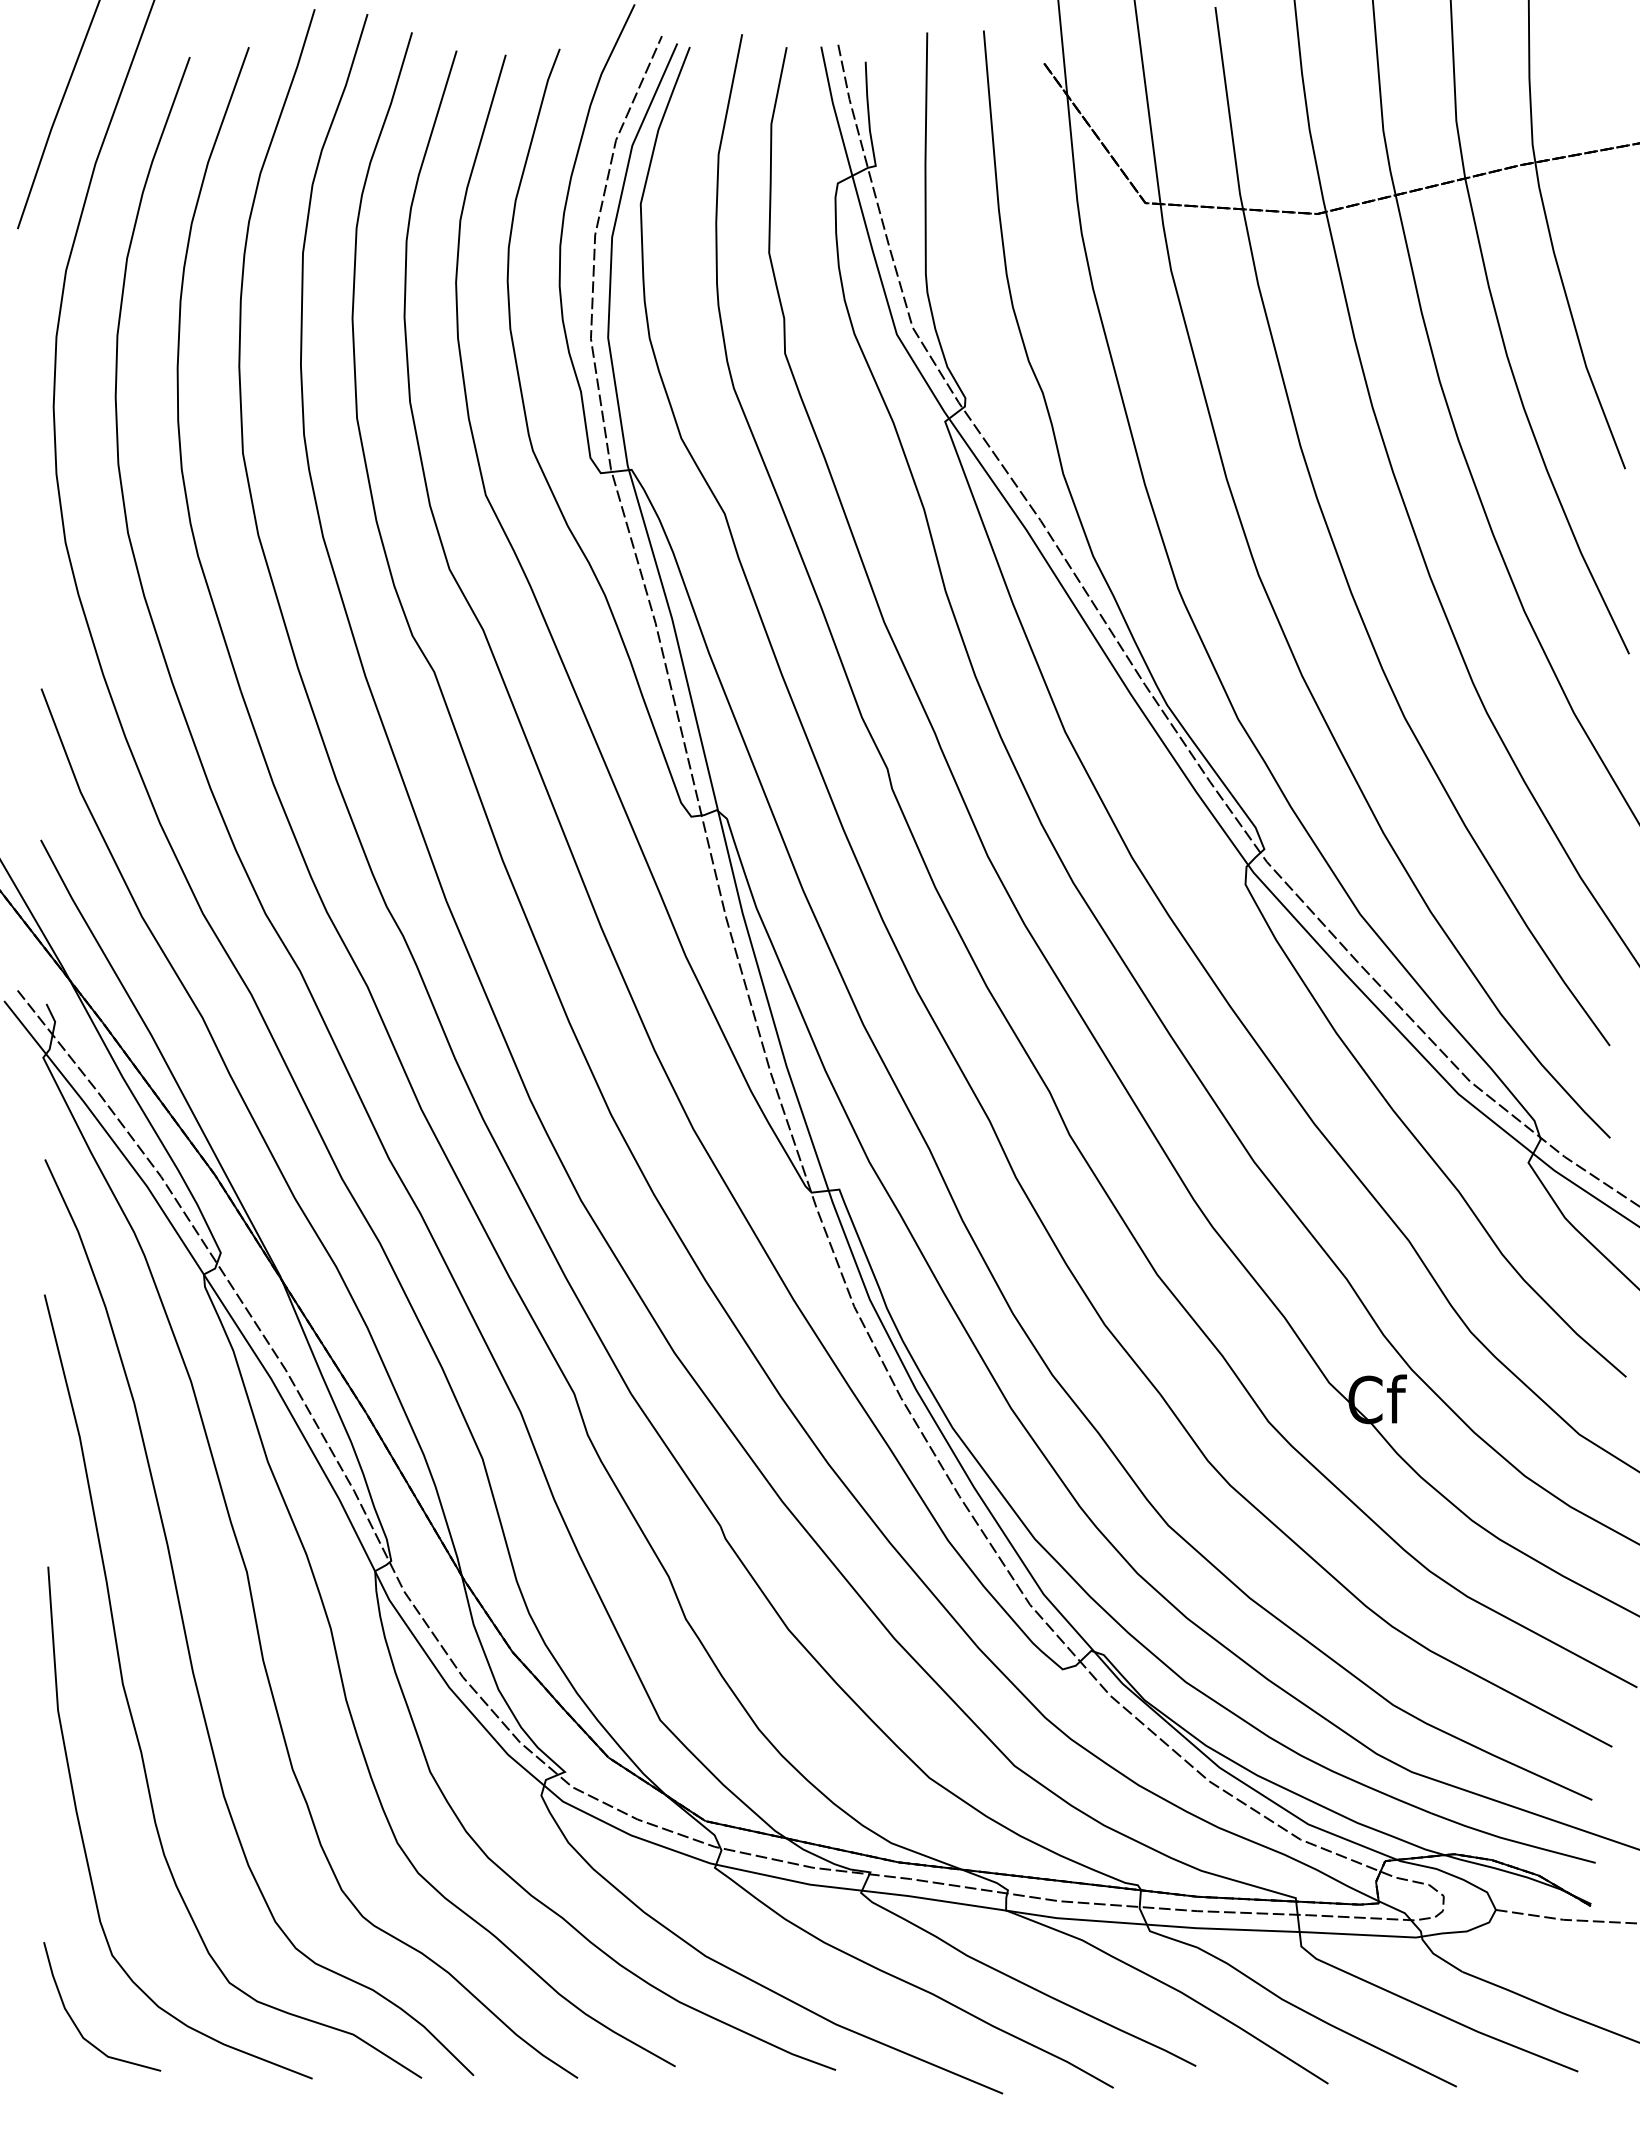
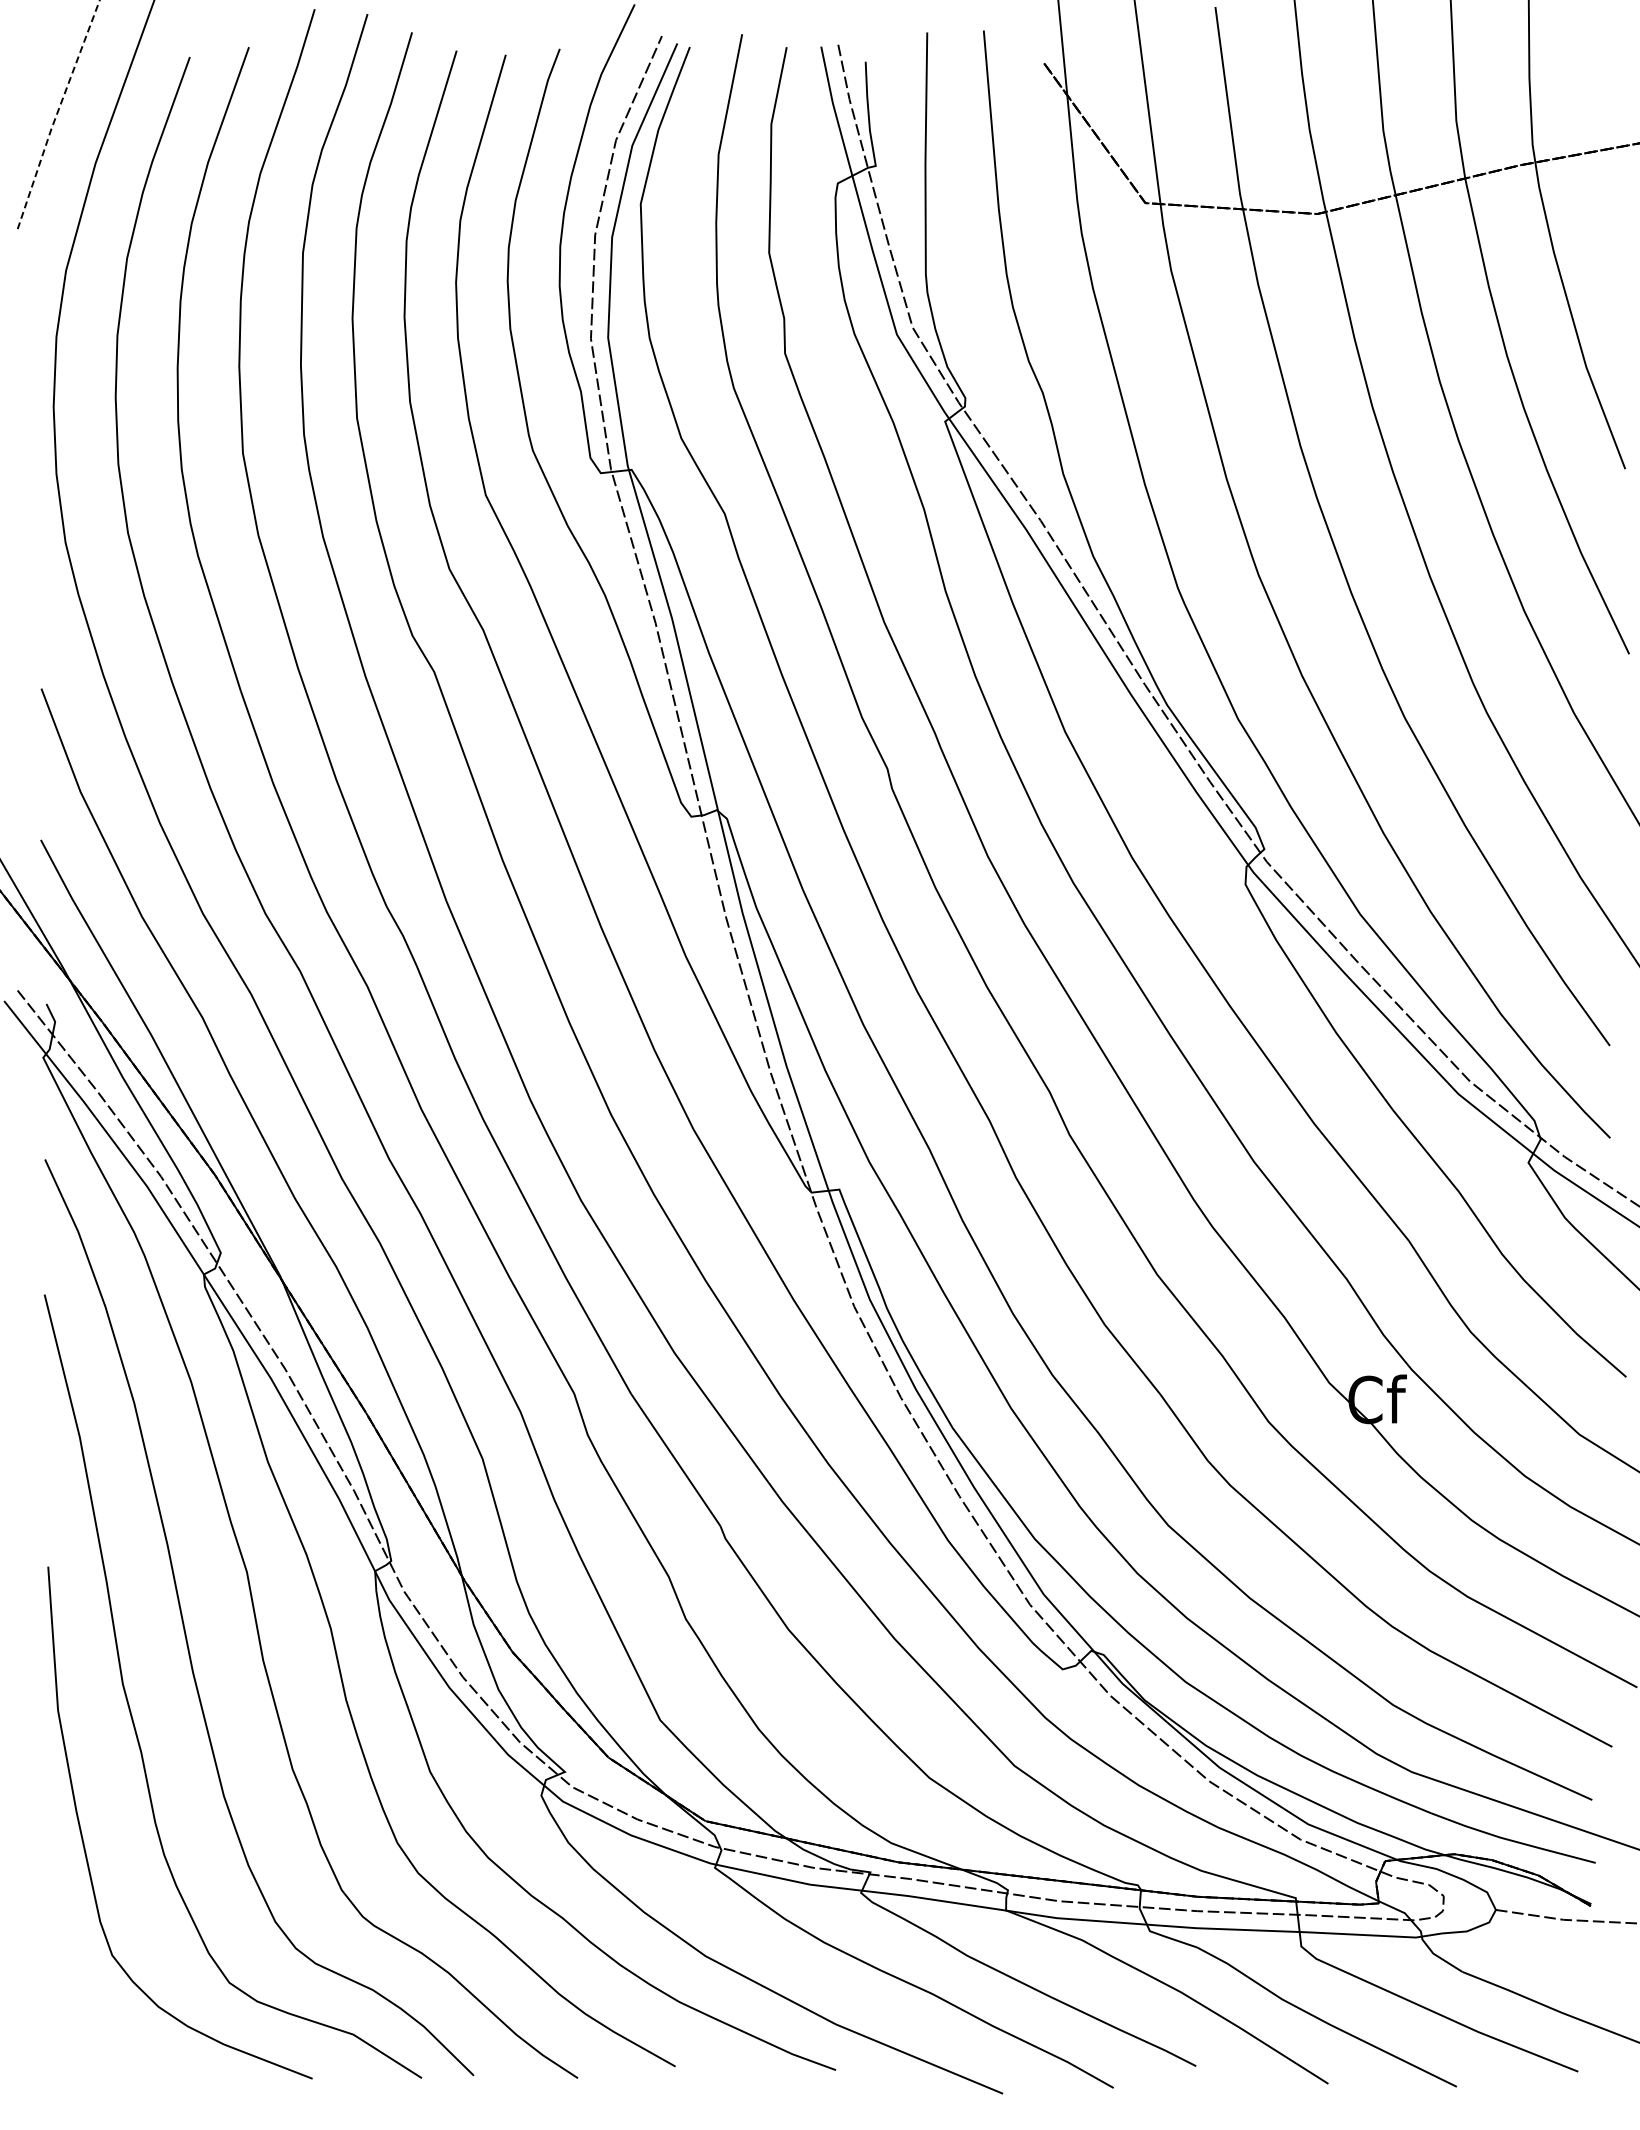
line at (57, 114): solid -> dashed
curve at (74, 2021): present -> none
